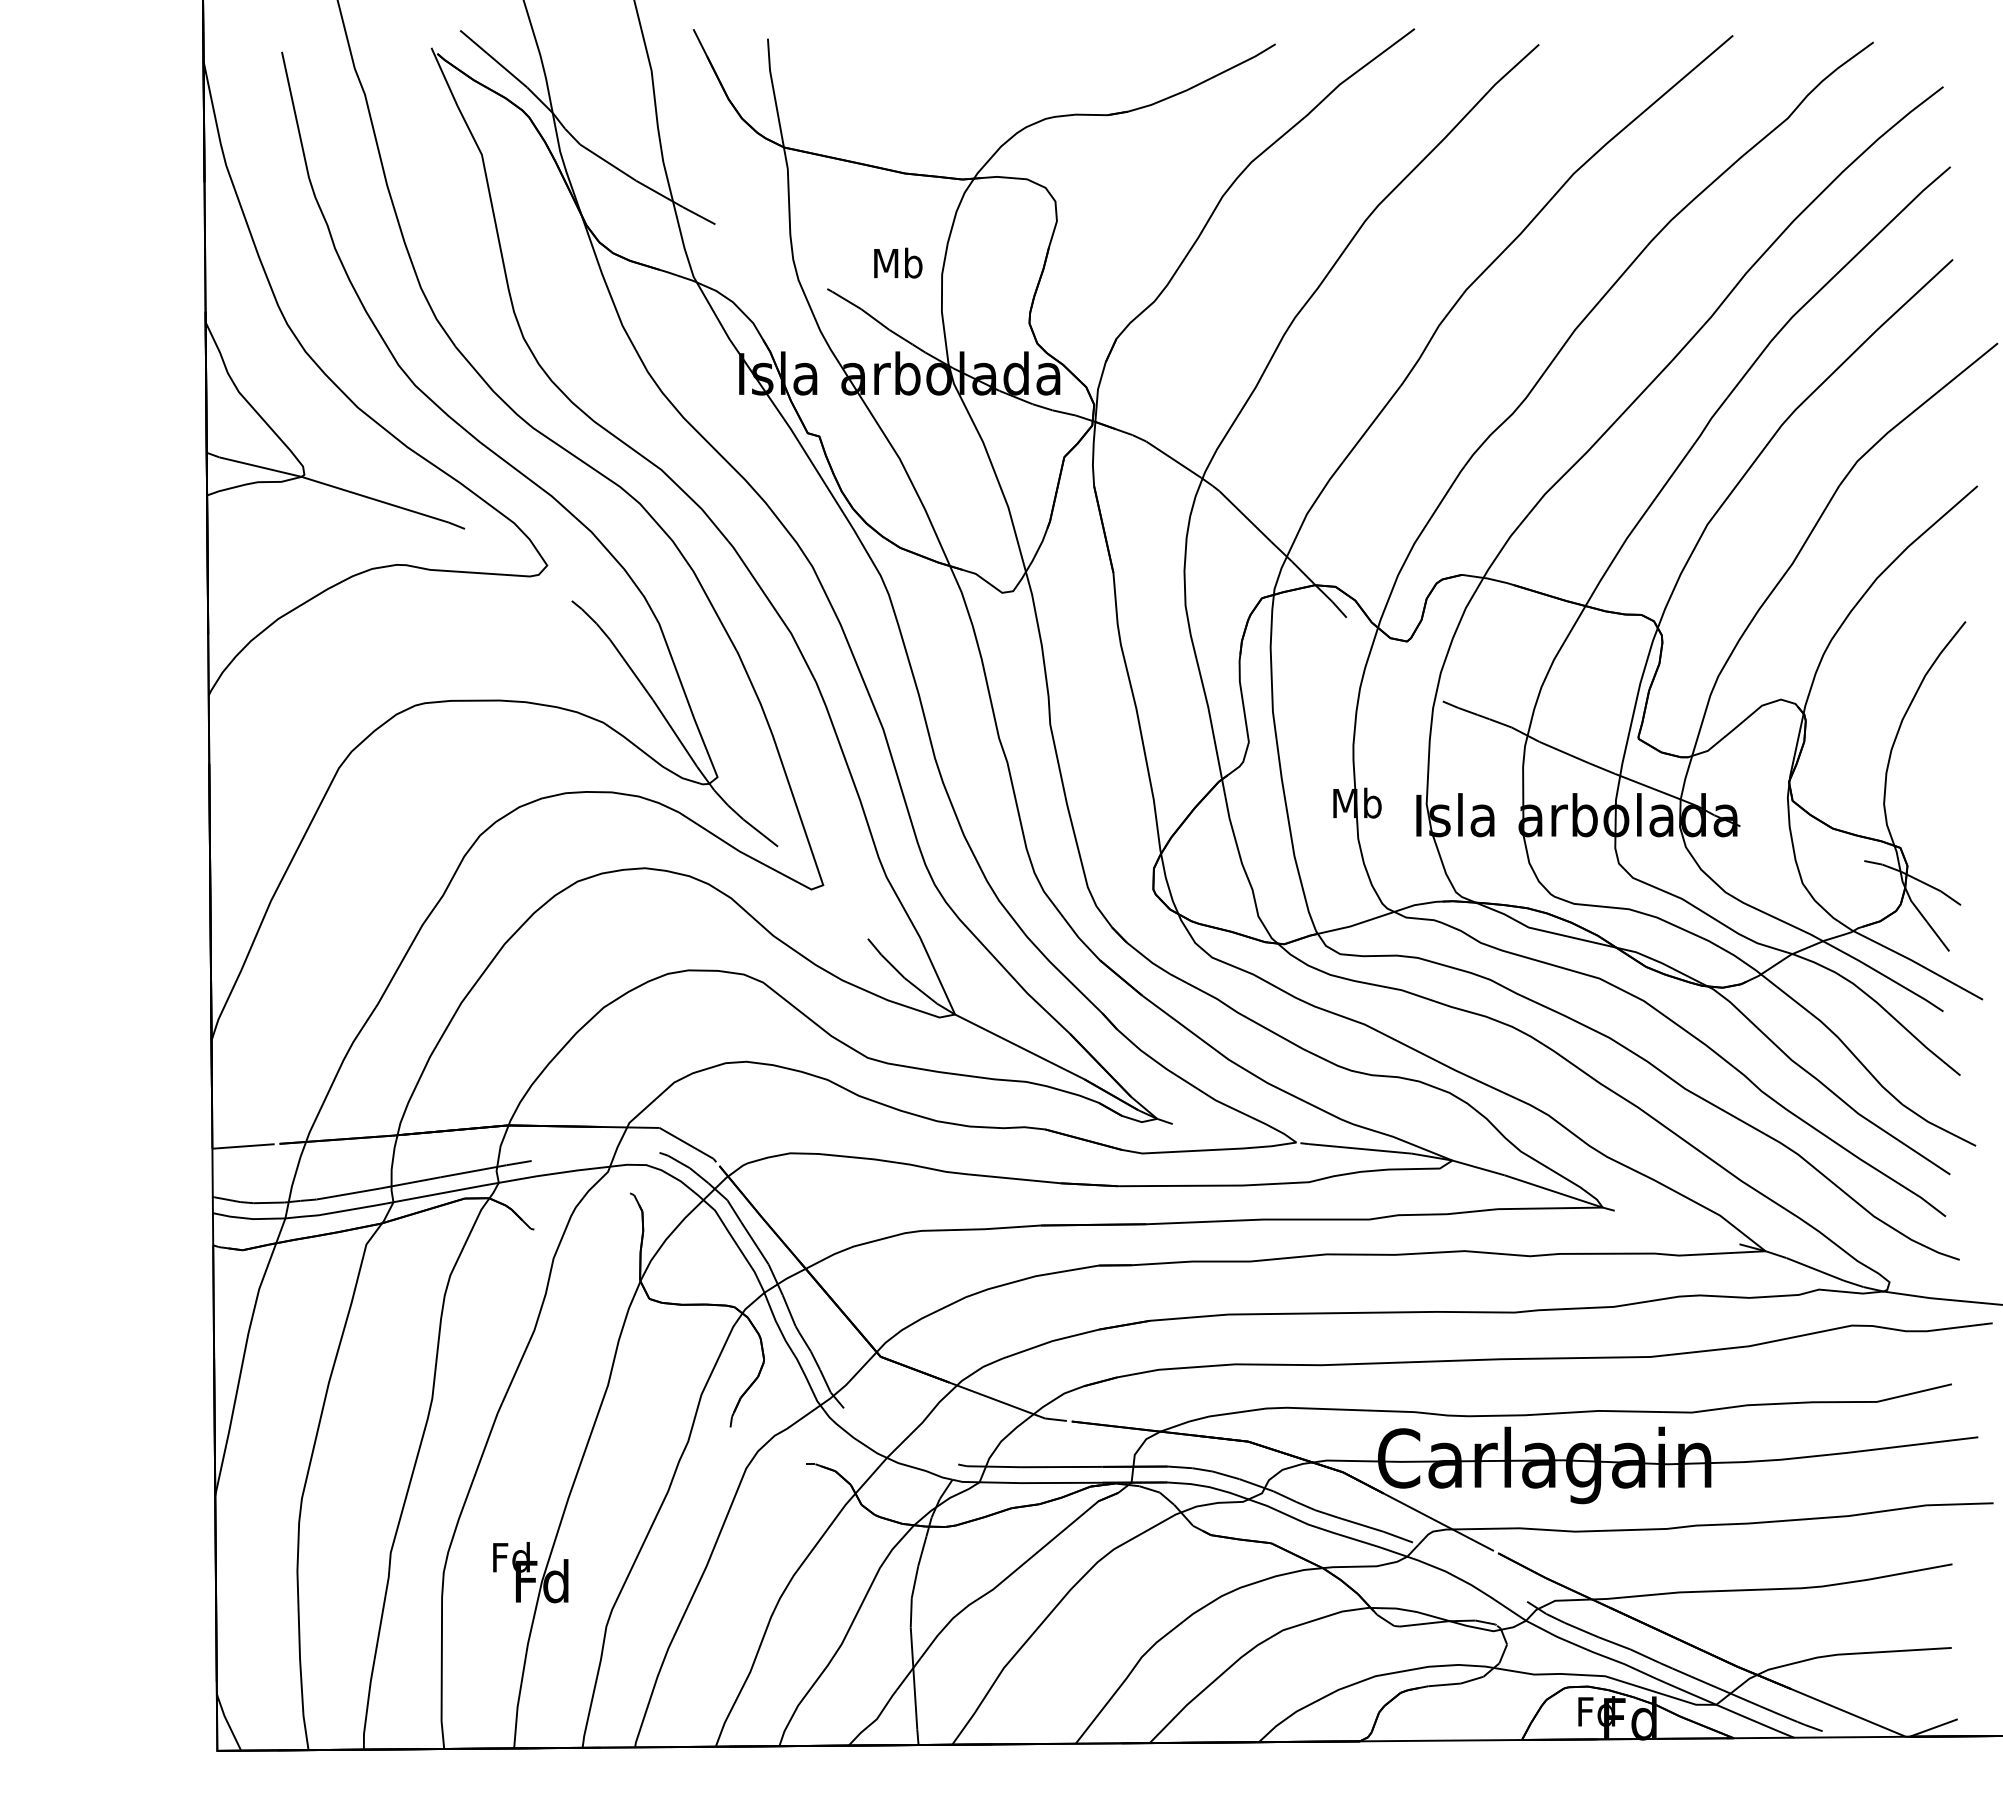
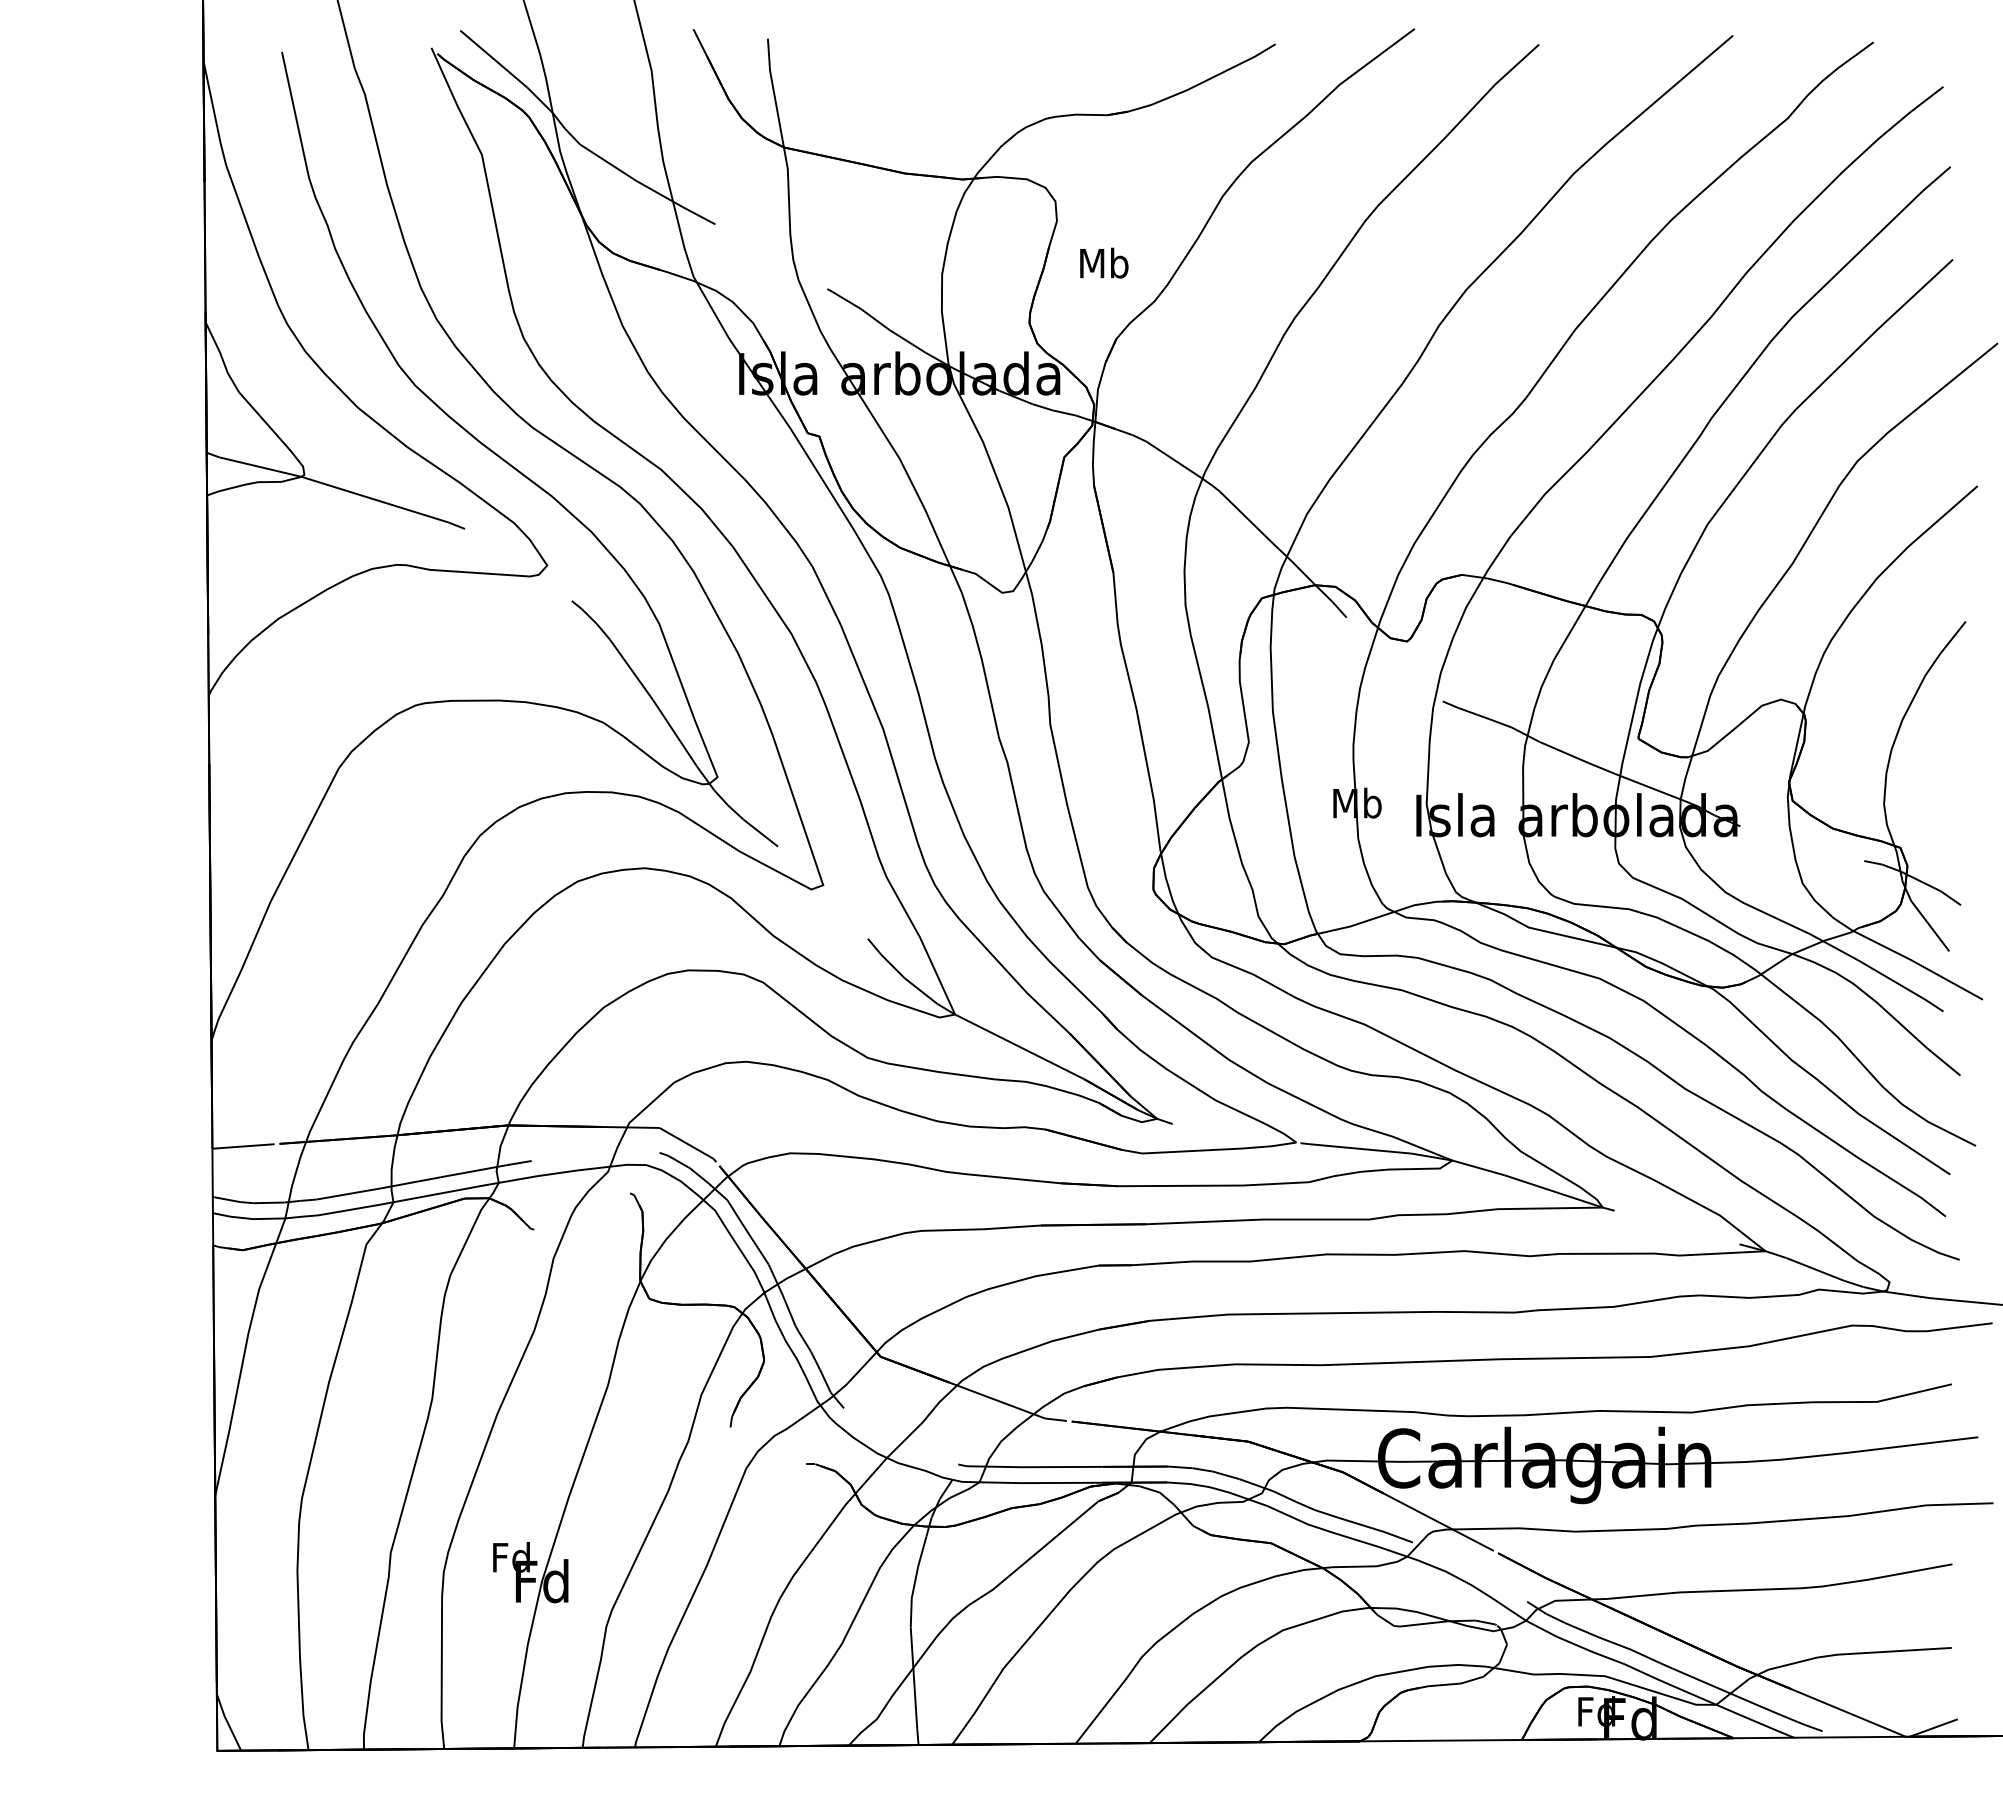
text at (898, 262) position: (898, 262) -> (1104, 262)
